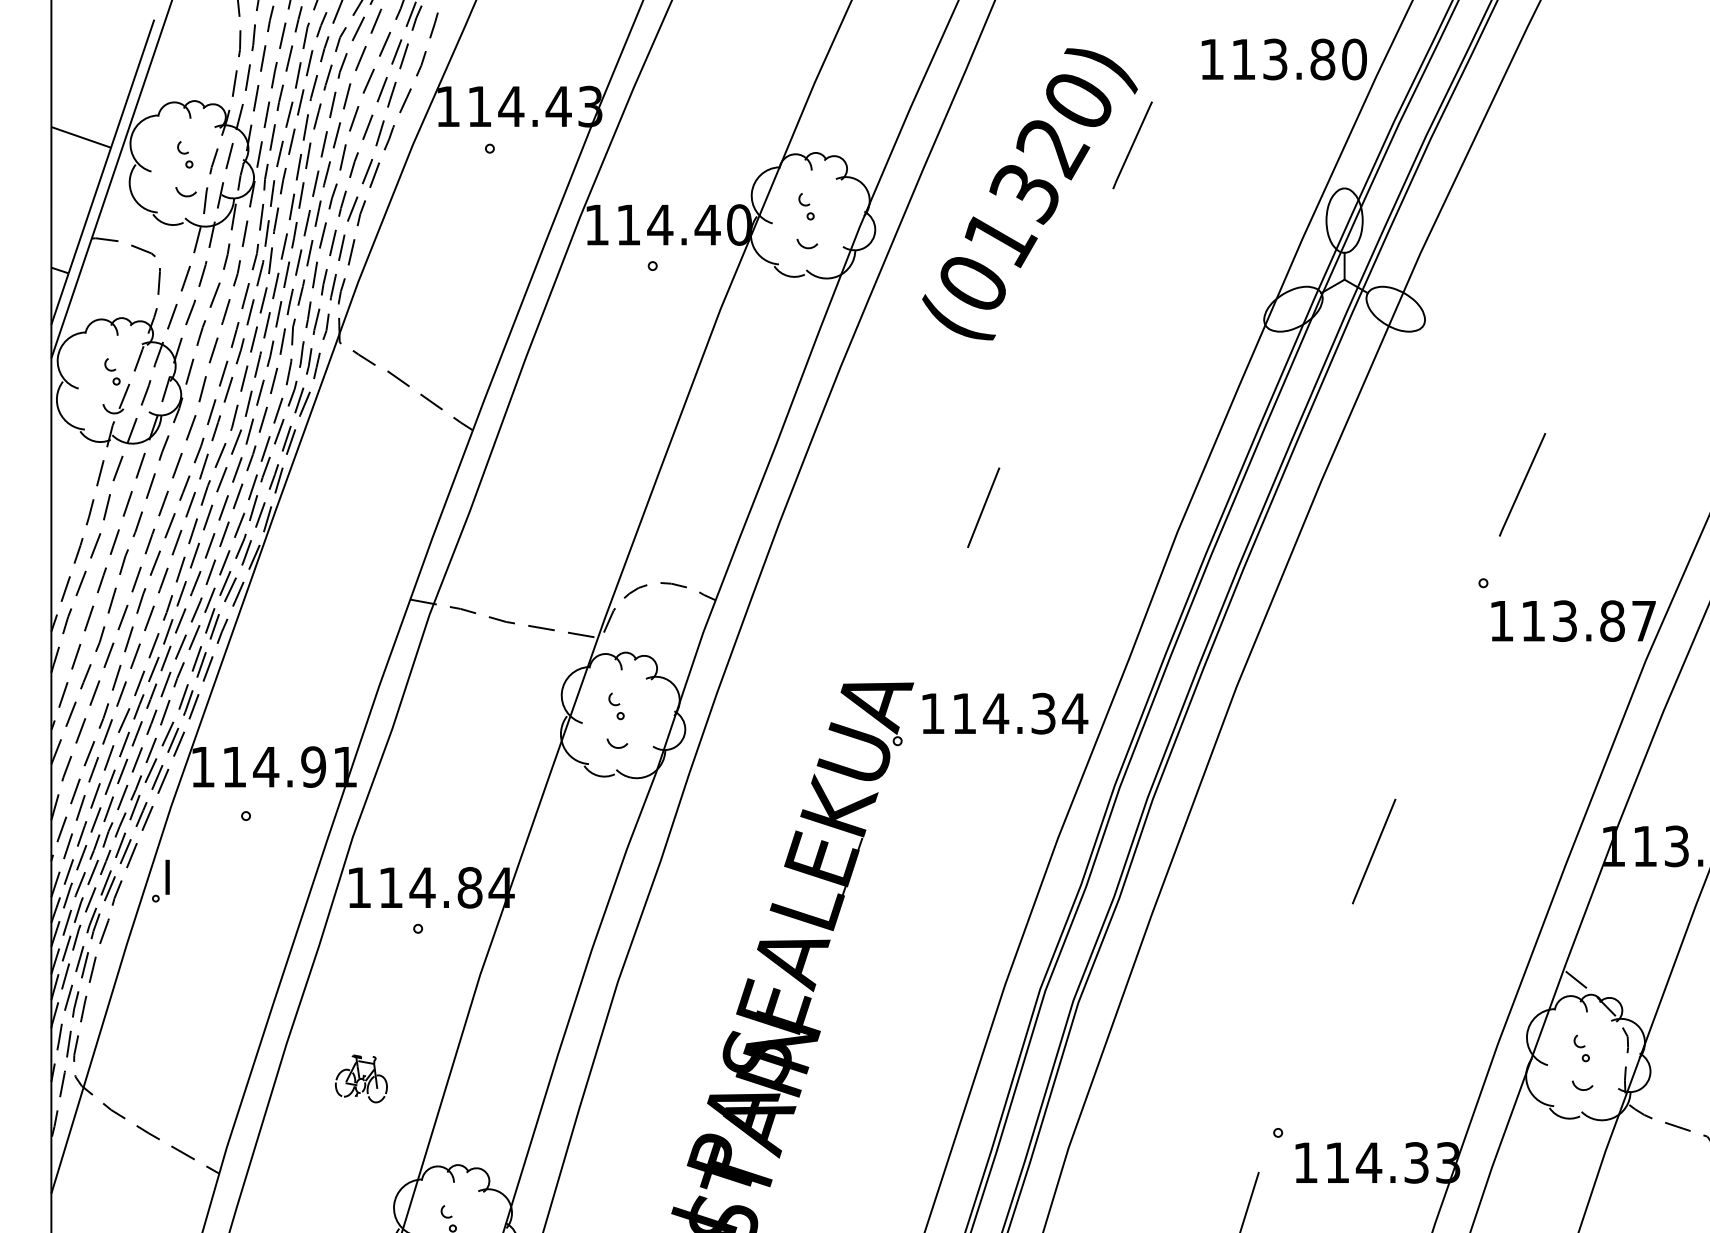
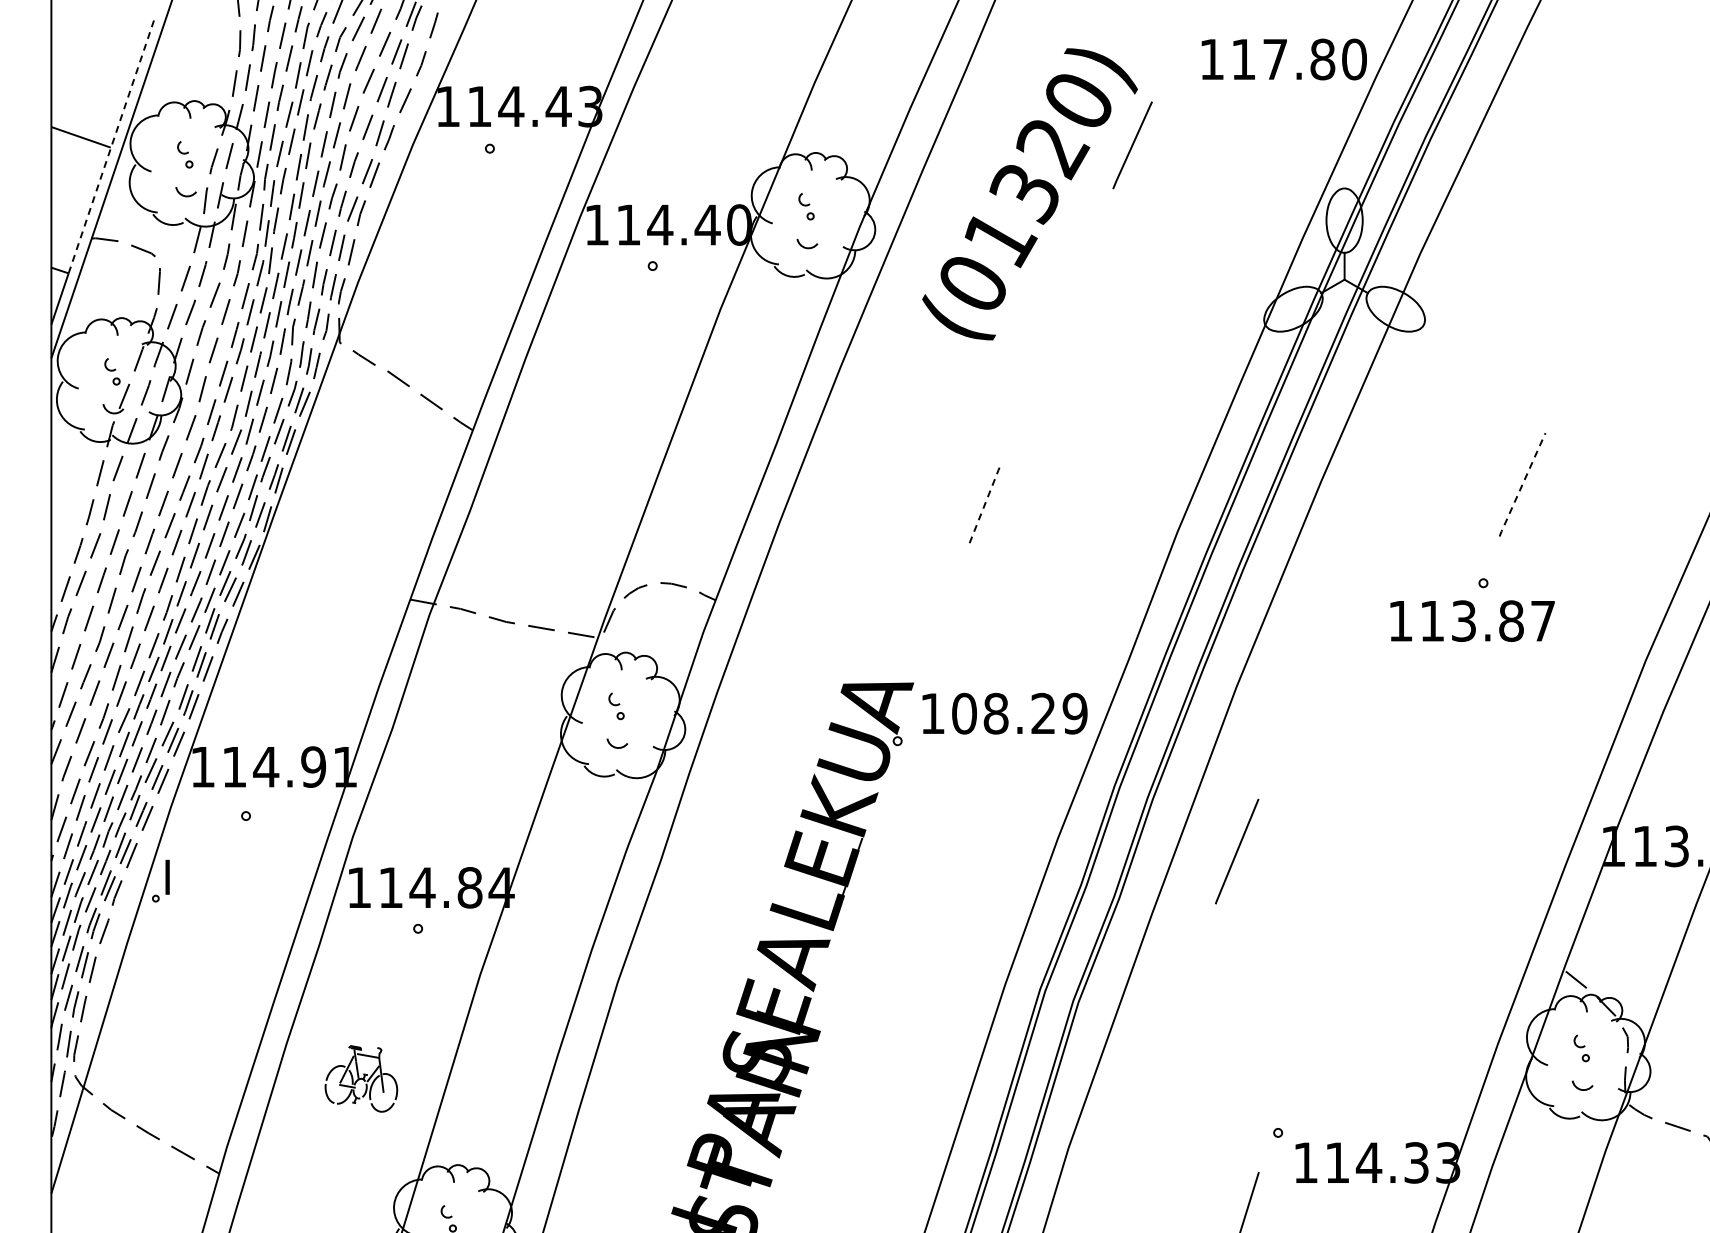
text at (1275, 59): 113.80 -> 117.80
line at (111, 146): solid -> dashed
line at (1522, 485): solid -> dashed
line at (983, 508): solid -> dashed
text at (1573, 620) position: (1573, 620) -> (1472, 620)
text at (1020, 713): 114.34 -> 108.29
line at (1374, 851) position: (1374, 851) -> (1237, 851)
part at (361, 1078) size: 53x50 px -> 75x68 px
